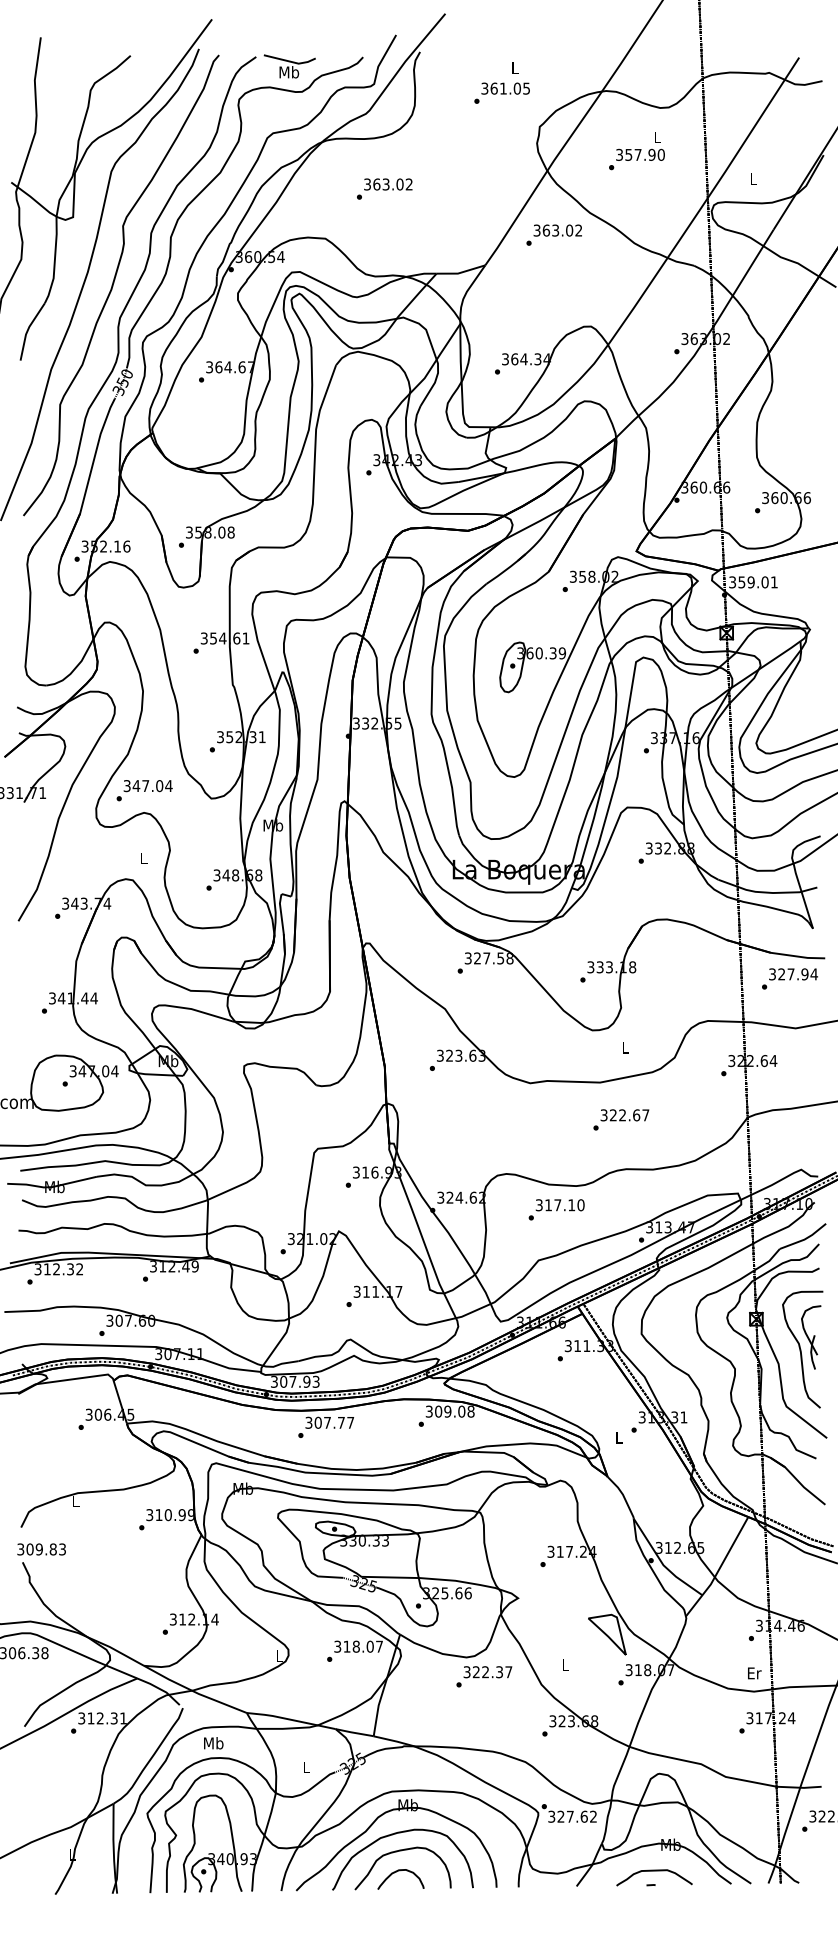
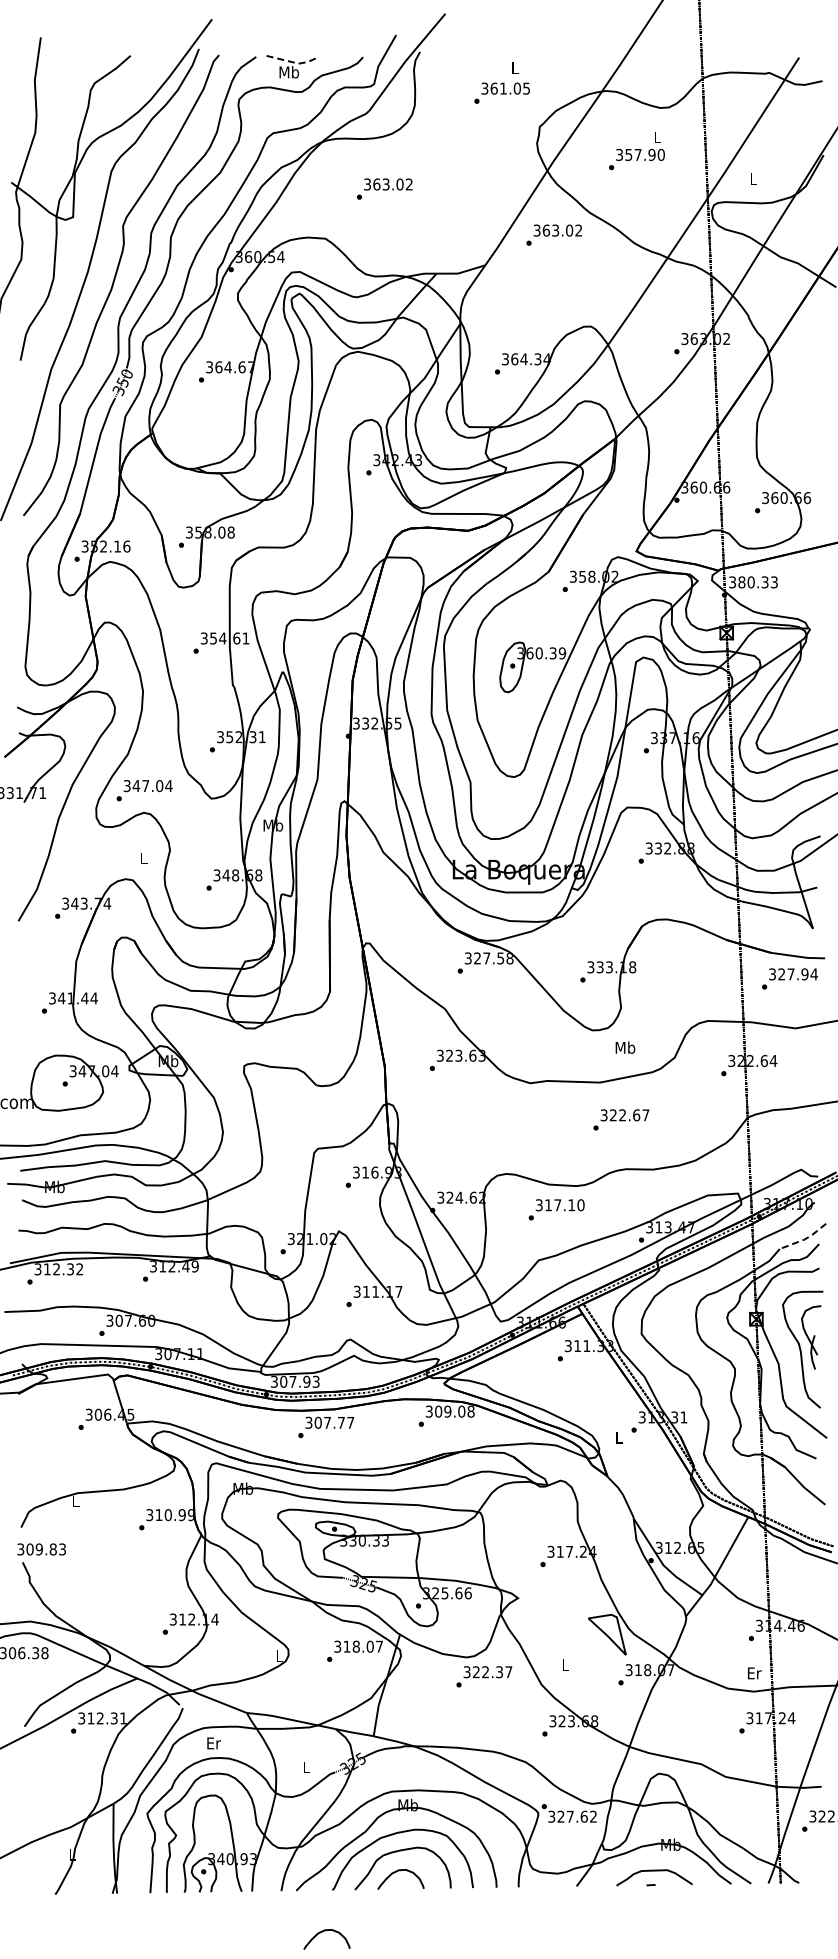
line at (290, 61): solid -> dashed
text at (757, 582): 359.01 -> 380.33
text at (625, 1047): L -> Mb
line at (804, 1239): solid -> dashed
text at (213, 1743): Mb -> Er
curve at (326, 1931): none -> present
